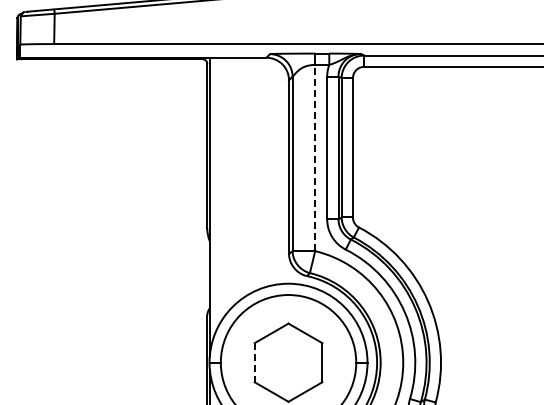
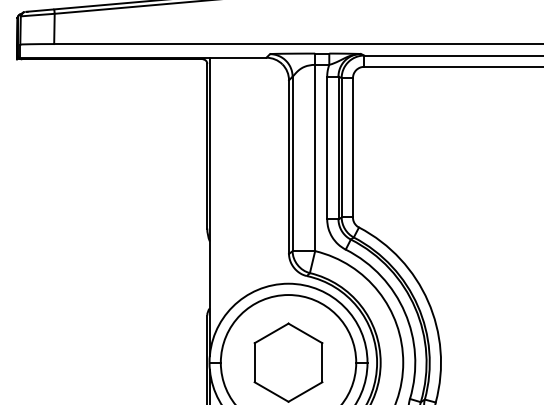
line at (315, 157): dashed -> solid
line at (254, 362): dashed -> solid
